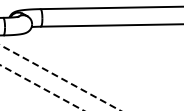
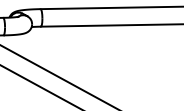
line at (59, 77): dashed -> solid
line at (41, 87): dashed -> solid
